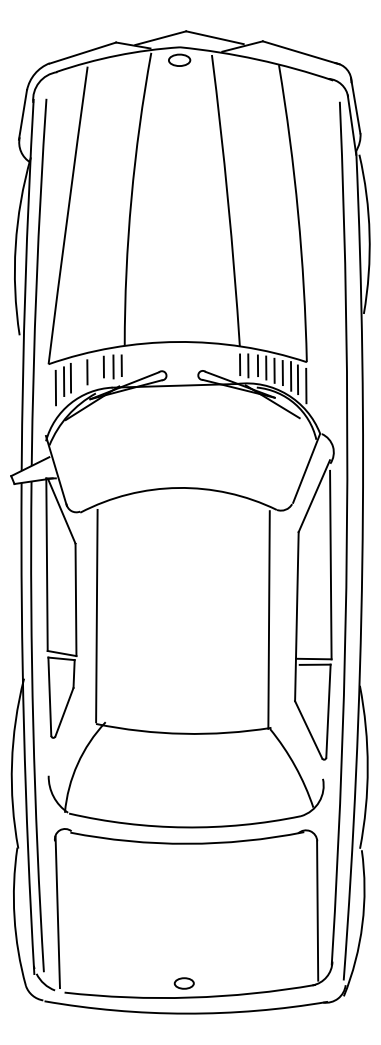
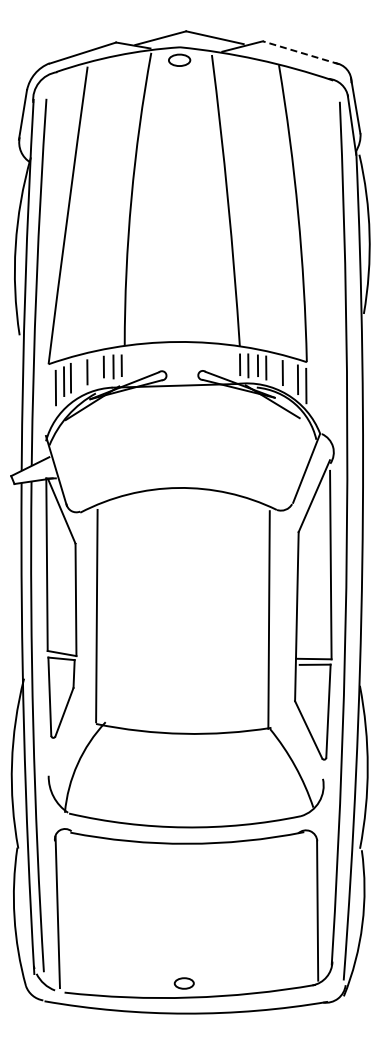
line at (301, 52): solid -> dashed
line at (274, 370): present -> none
line at (290, 376): present -> none
